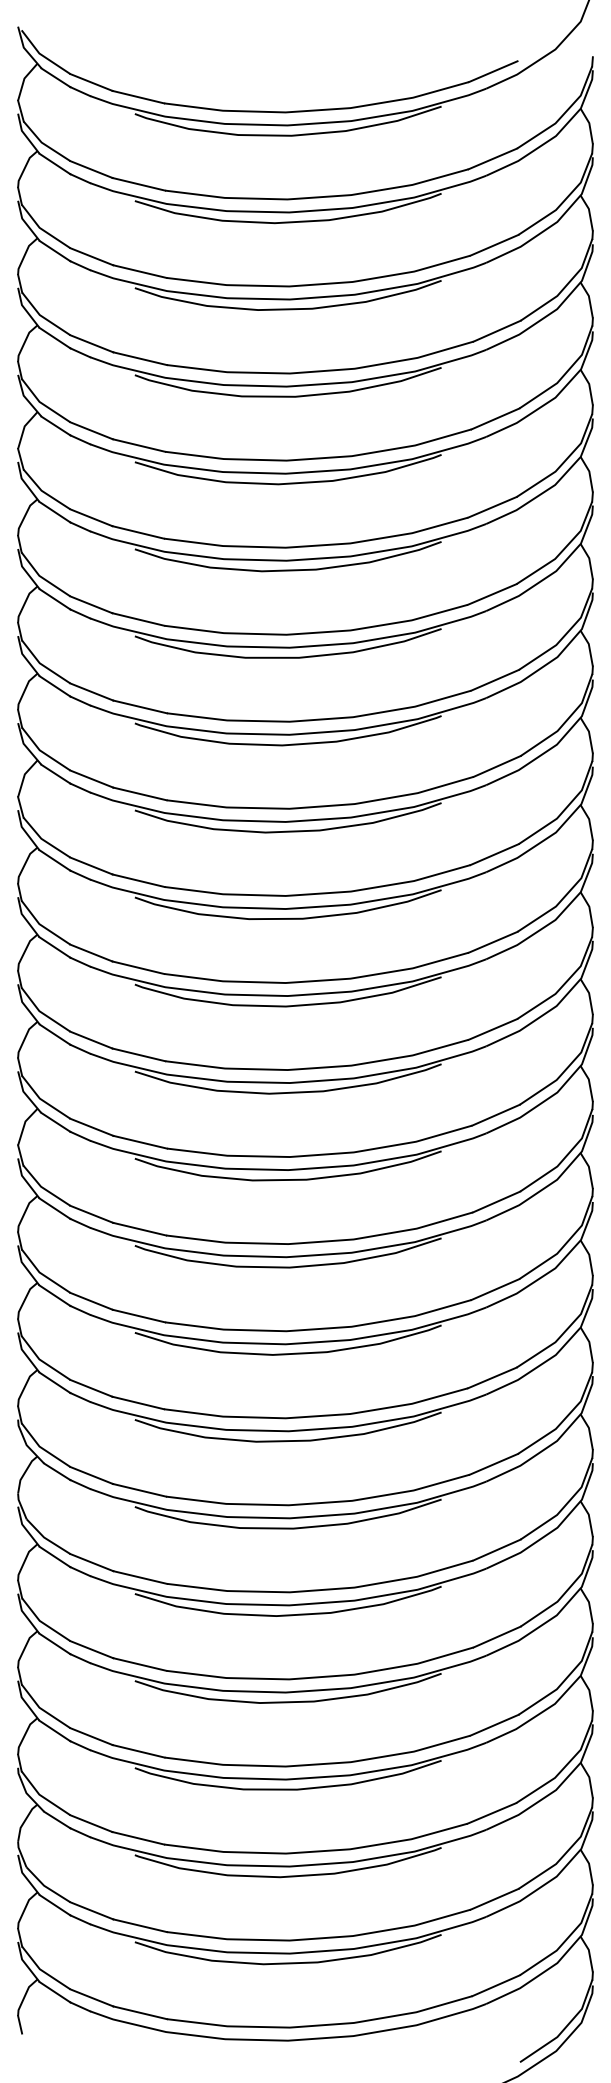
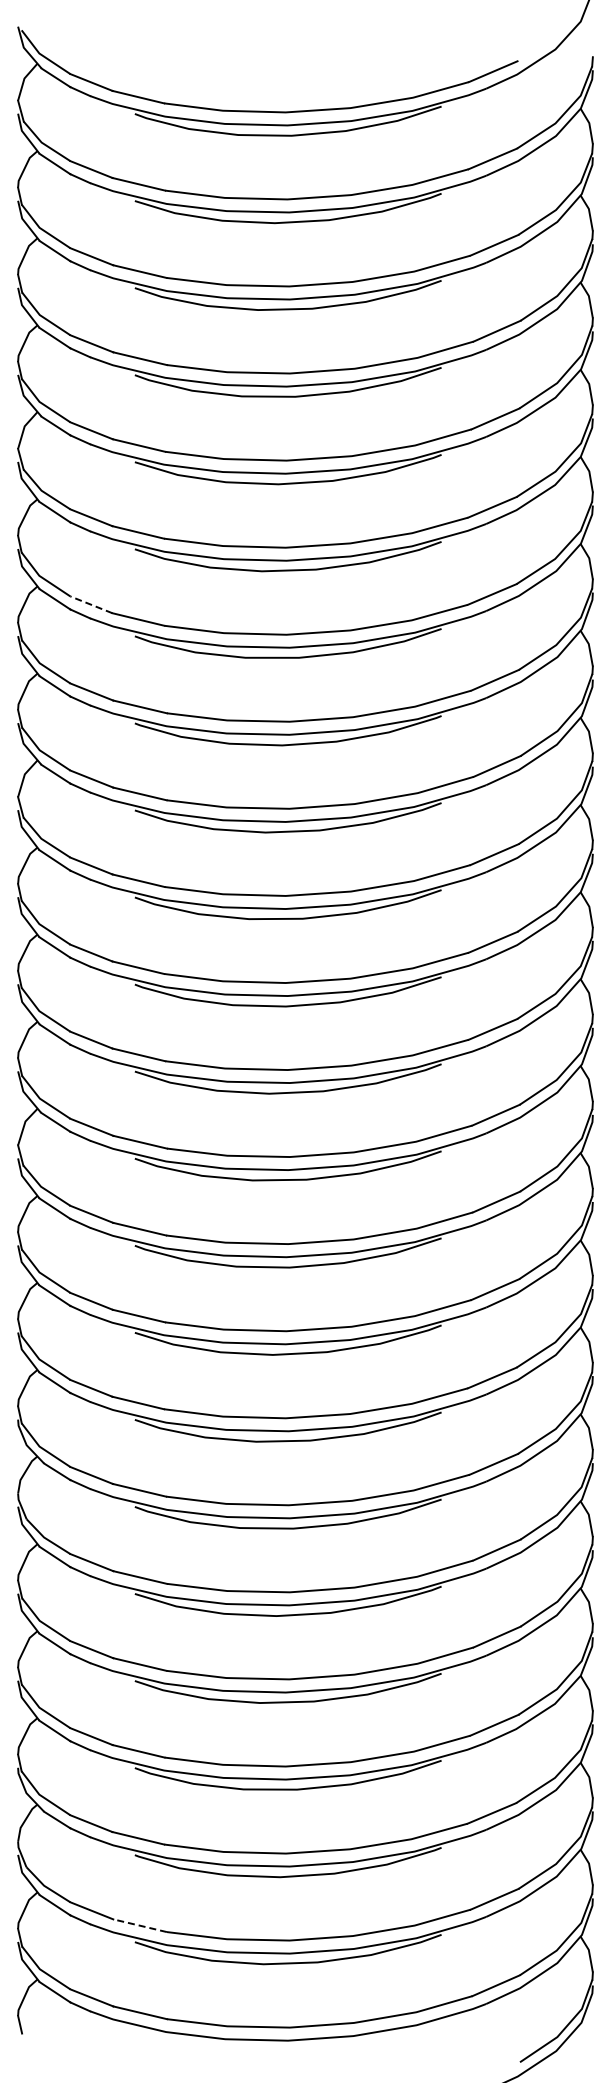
line at (91, 604): solid -> dashed
line at (140, 1925): solid -> dashed
